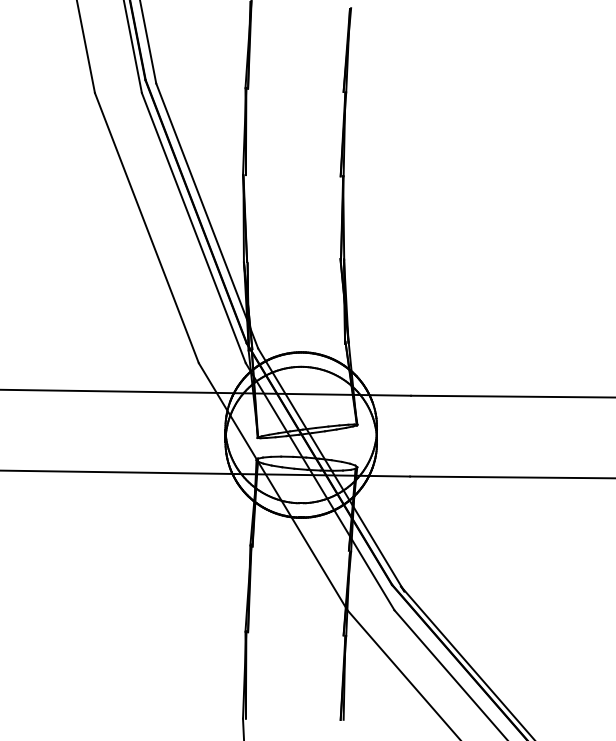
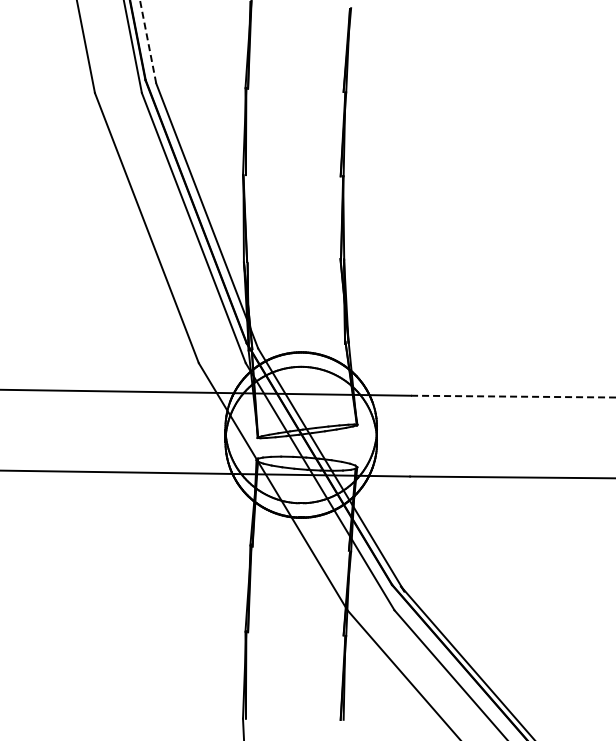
line at (148, 41): solid -> dashed
line at (513, 396): solid -> dashed
